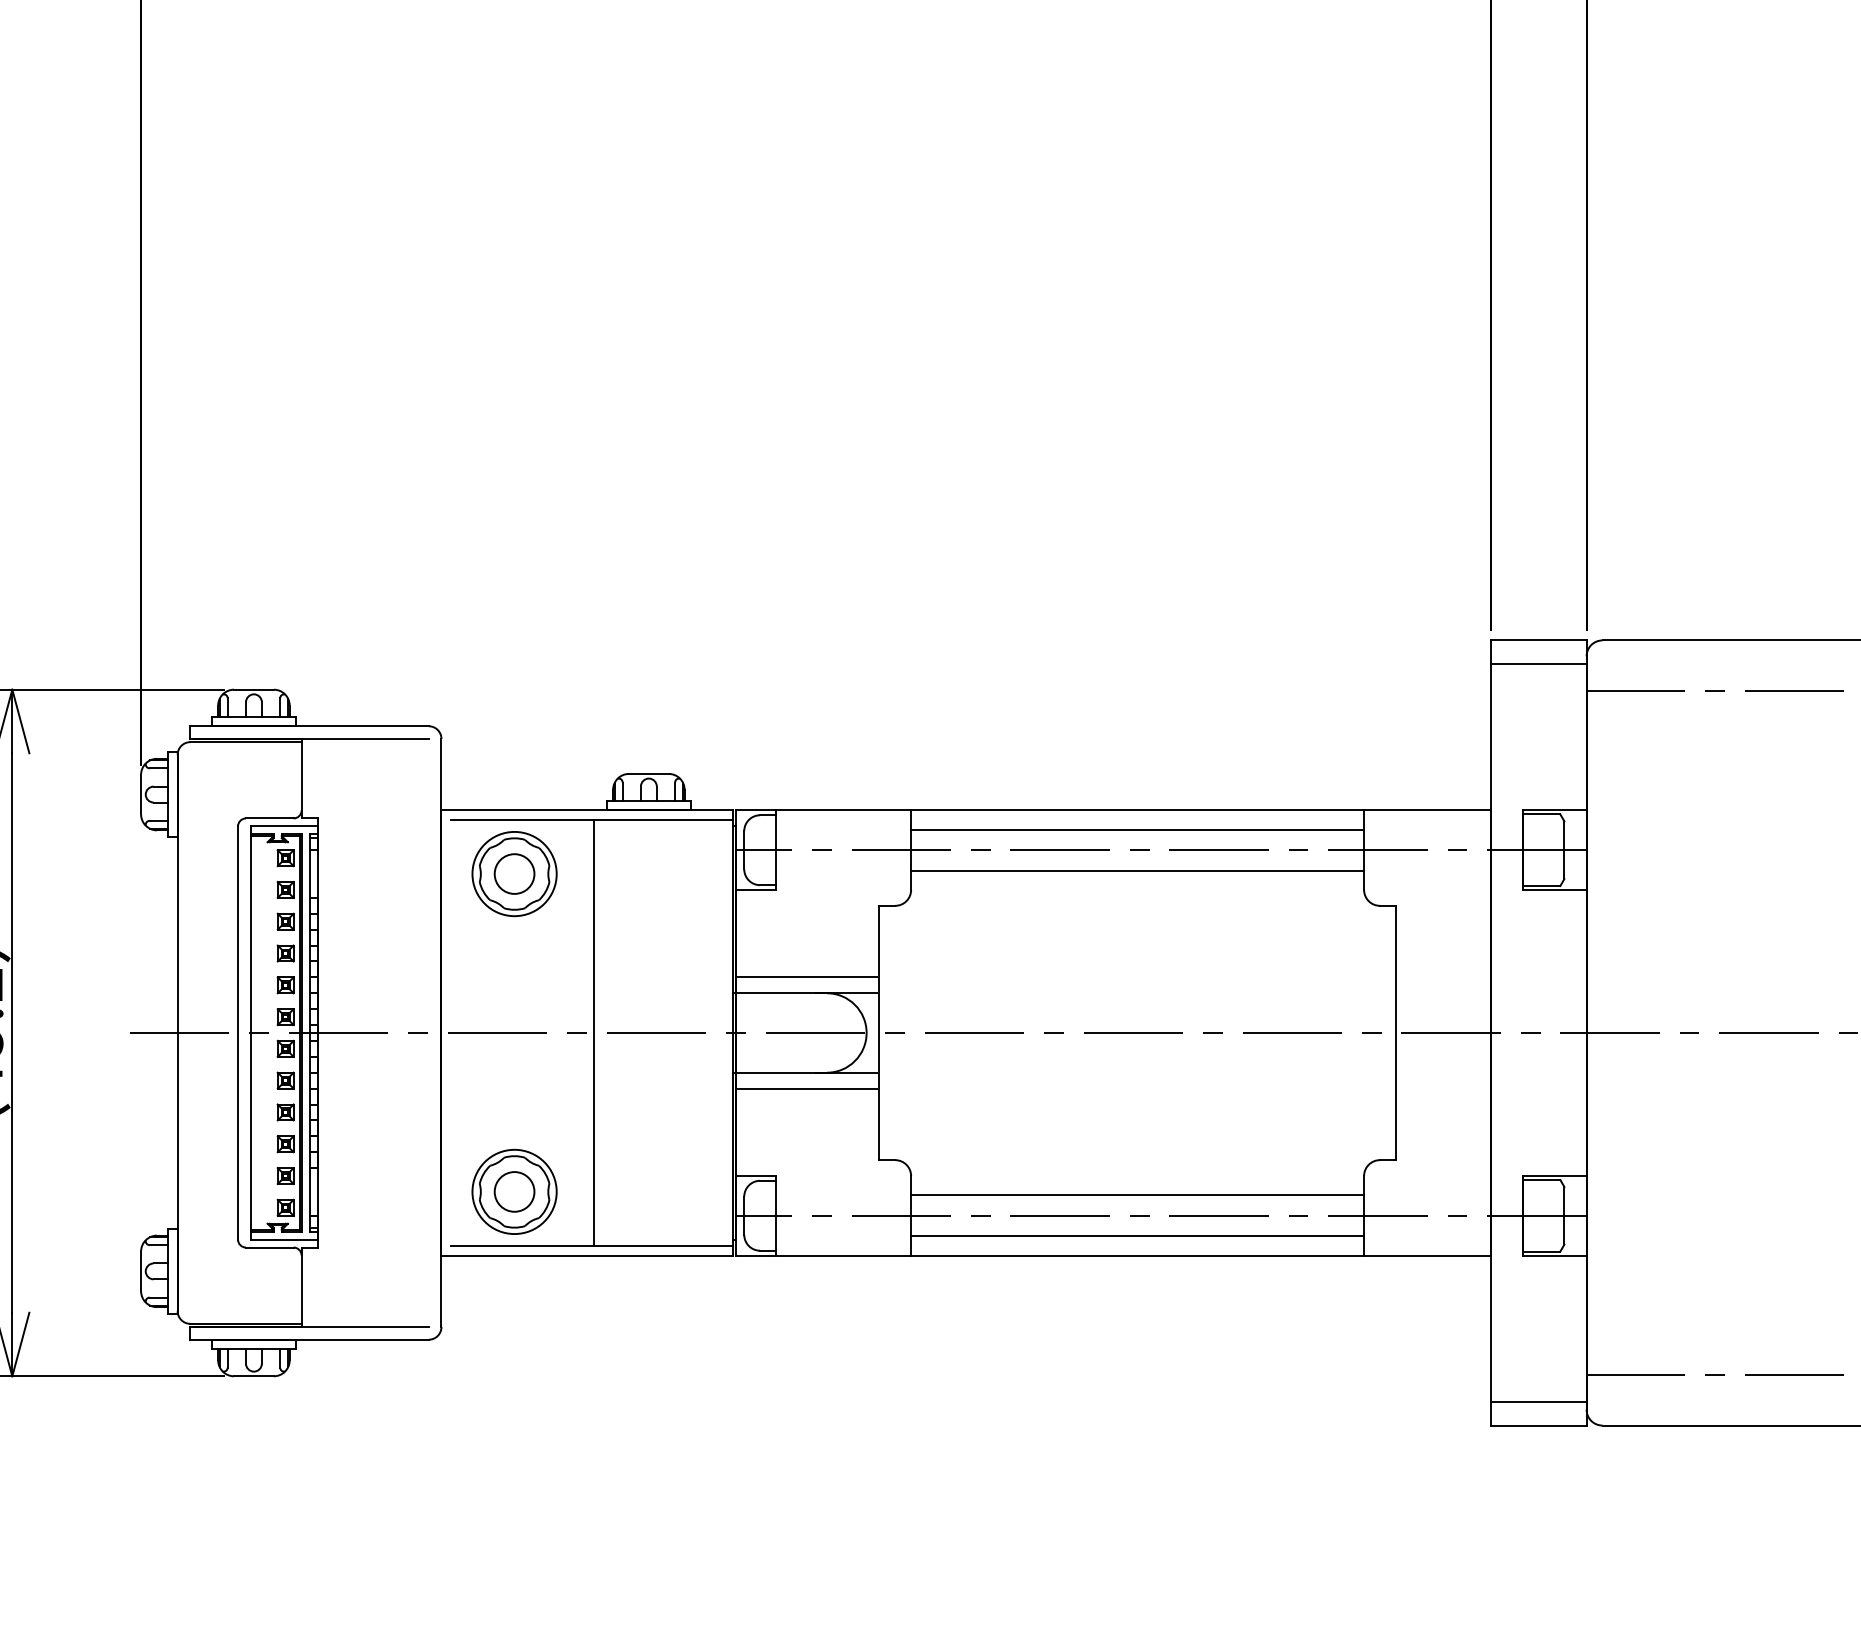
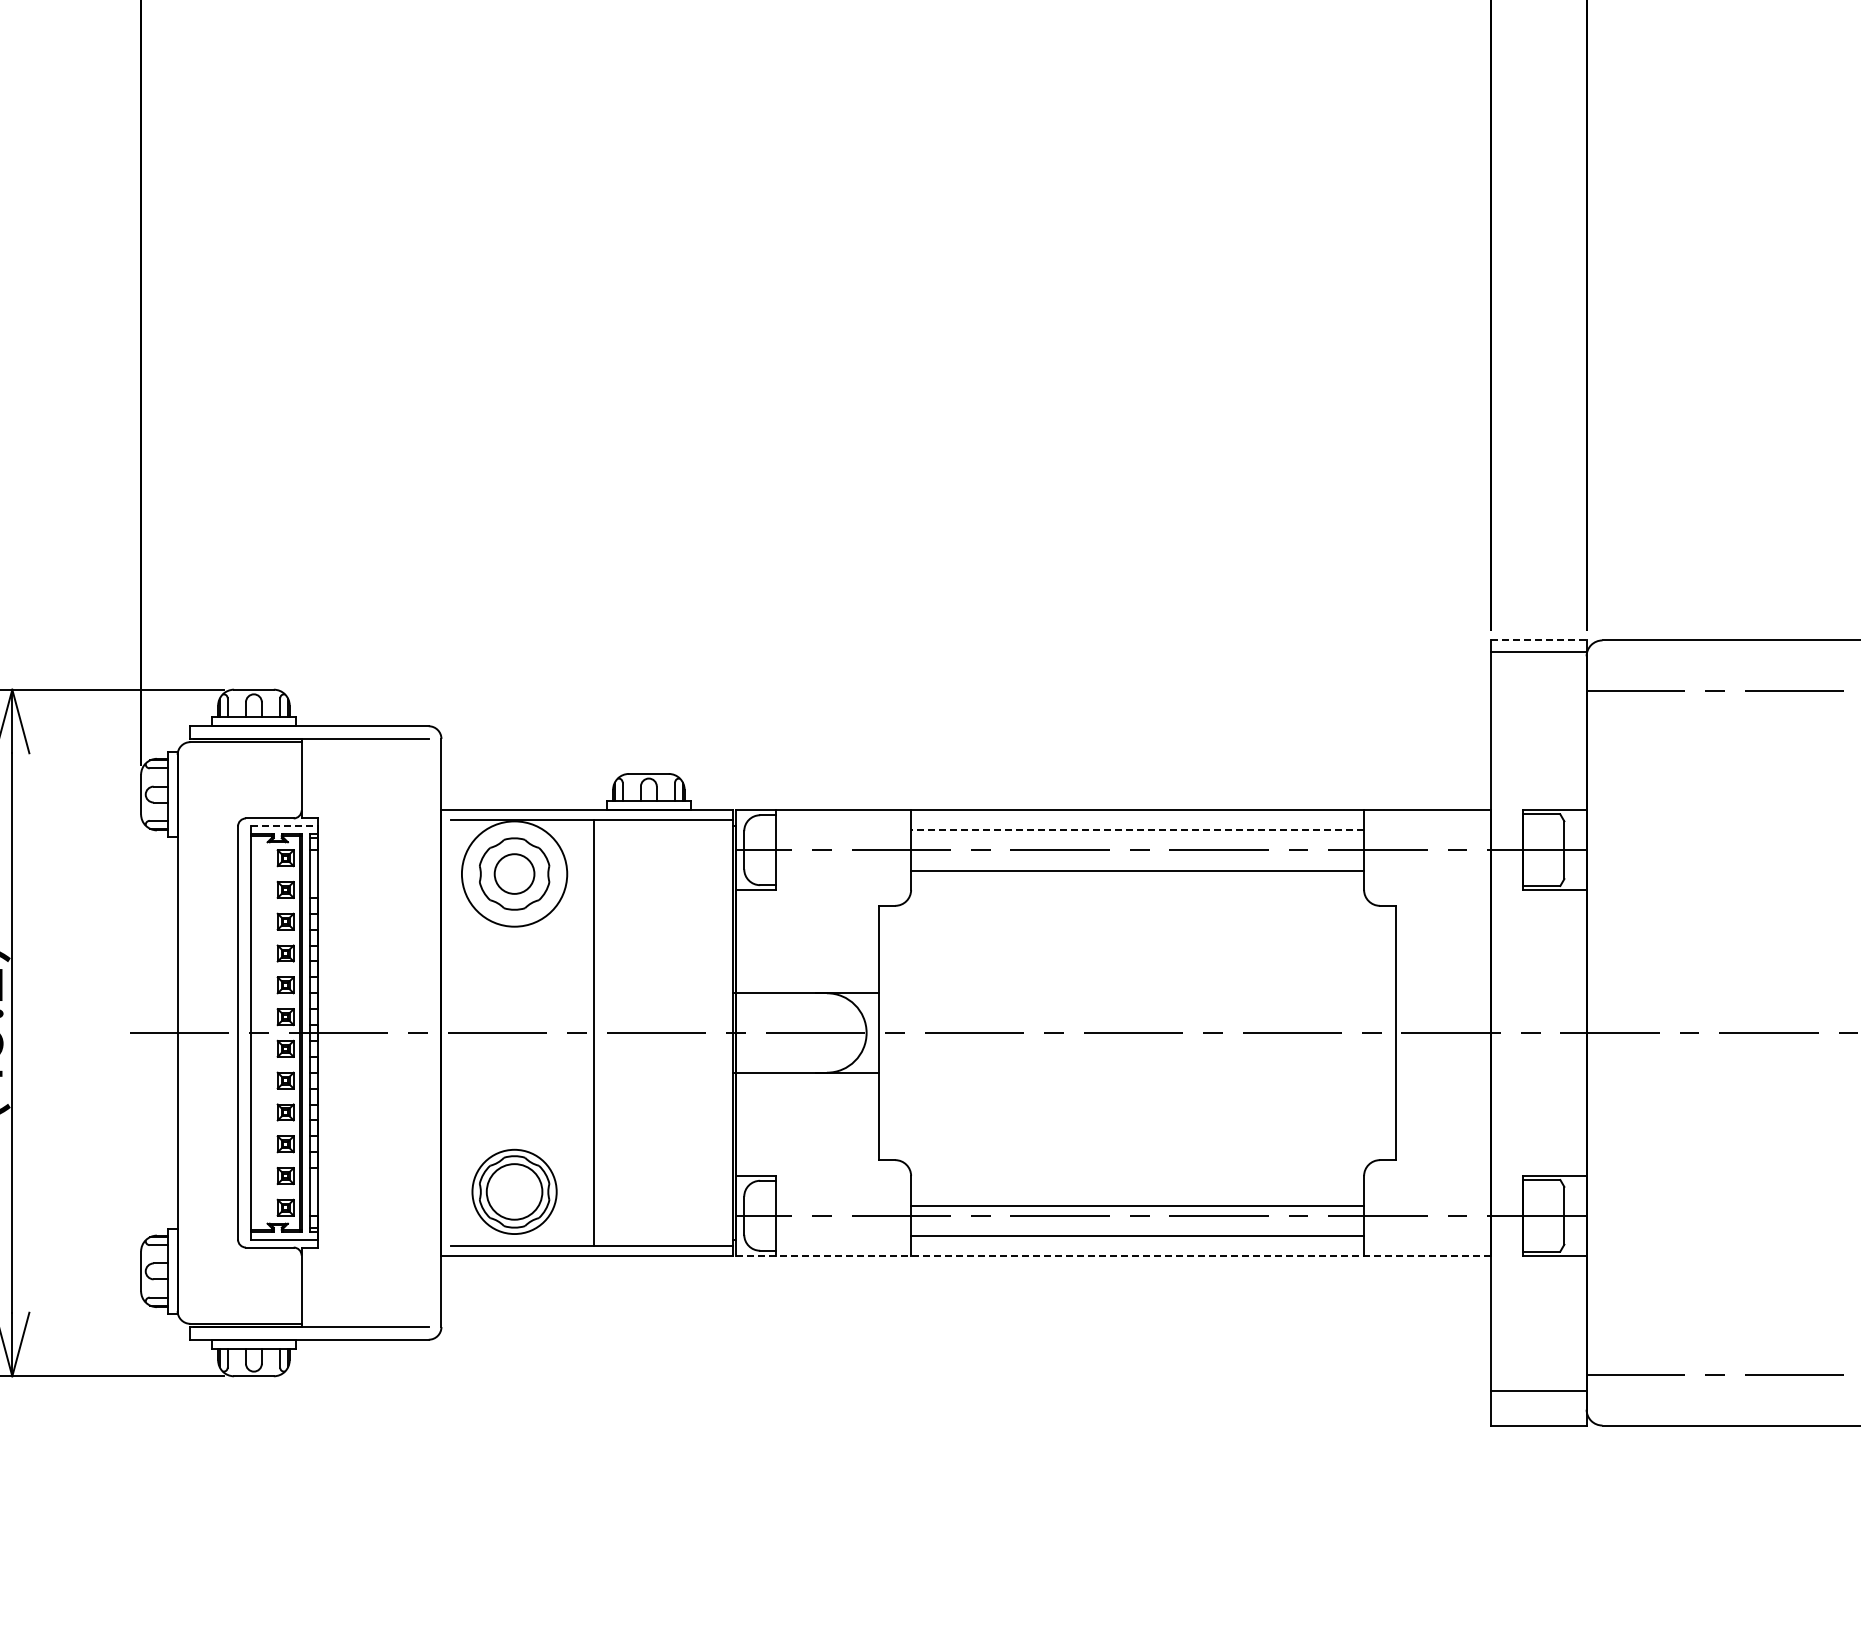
line at (1538, 640): solid -> dashed
line at (1538, 664) position: (1538, 664) -> (1538, 652)
line at (284, 826): solid -> dashed
line at (1137, 829): solid -> dashed
circle at (514, 873) diameter: 84 px -> 105 px
line at (807, 977): present -> none
line at (807, 1088): present -> none
circle at (514, 1191) diameter: 40 px -> 56 px
line at (1137, 1195) position: (1137, 1195) -> (1137, 1206)
line at (1113, 1255): solid -> dashed
line at (1538, 1401) position: (1538, 1401) -> (1538, 1390)
